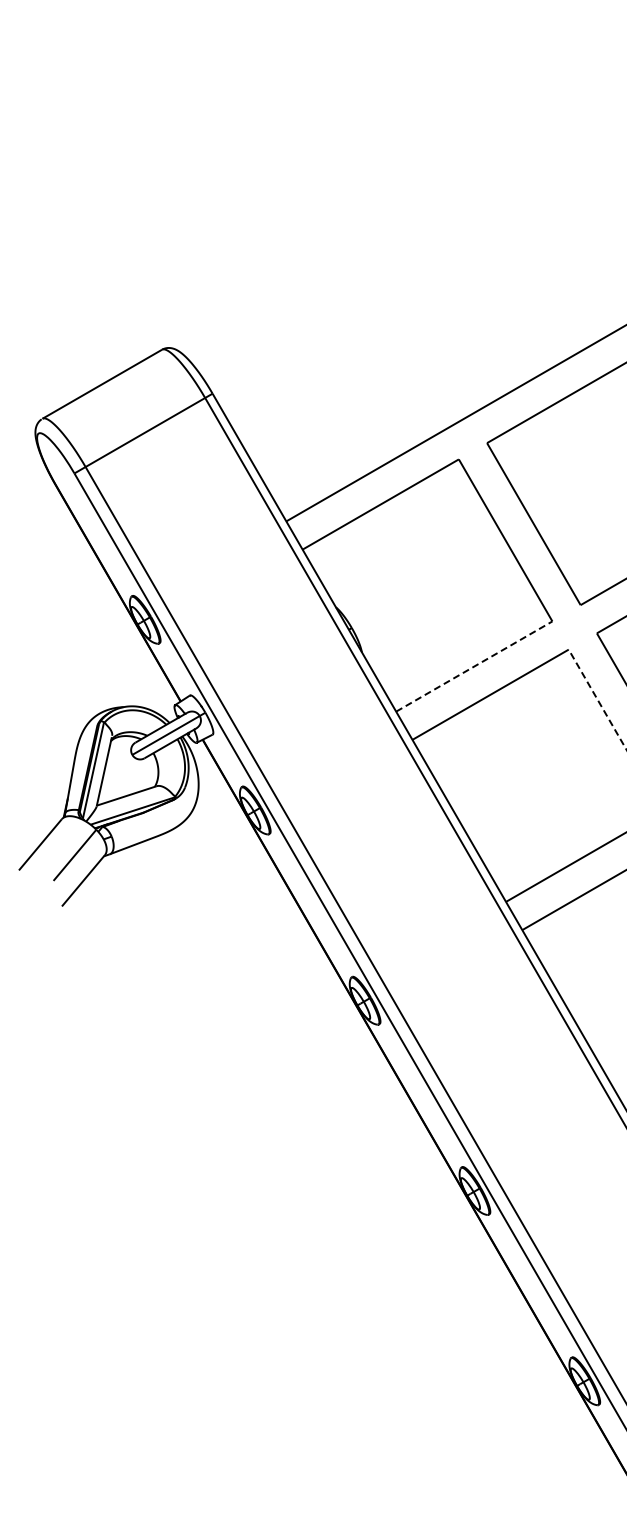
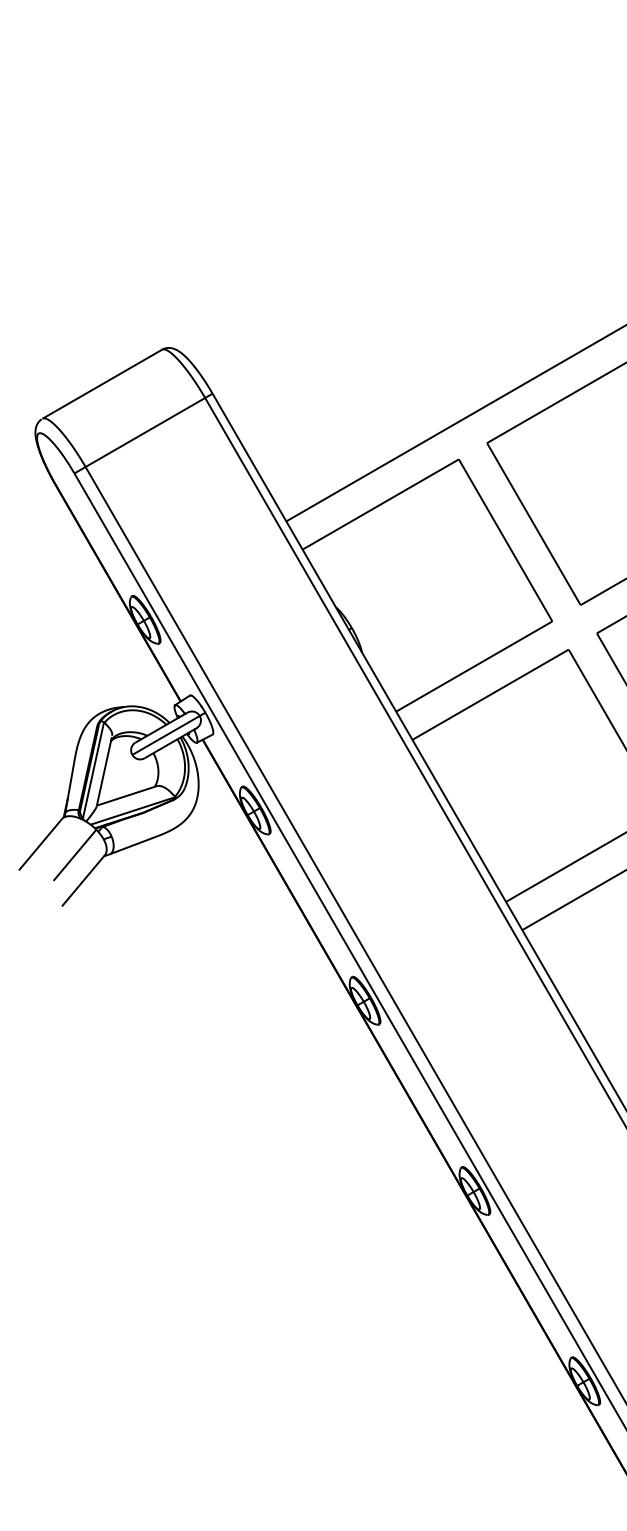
line at (474, 666): dashed -> solid
line at (597, 699): dashed -> solid
